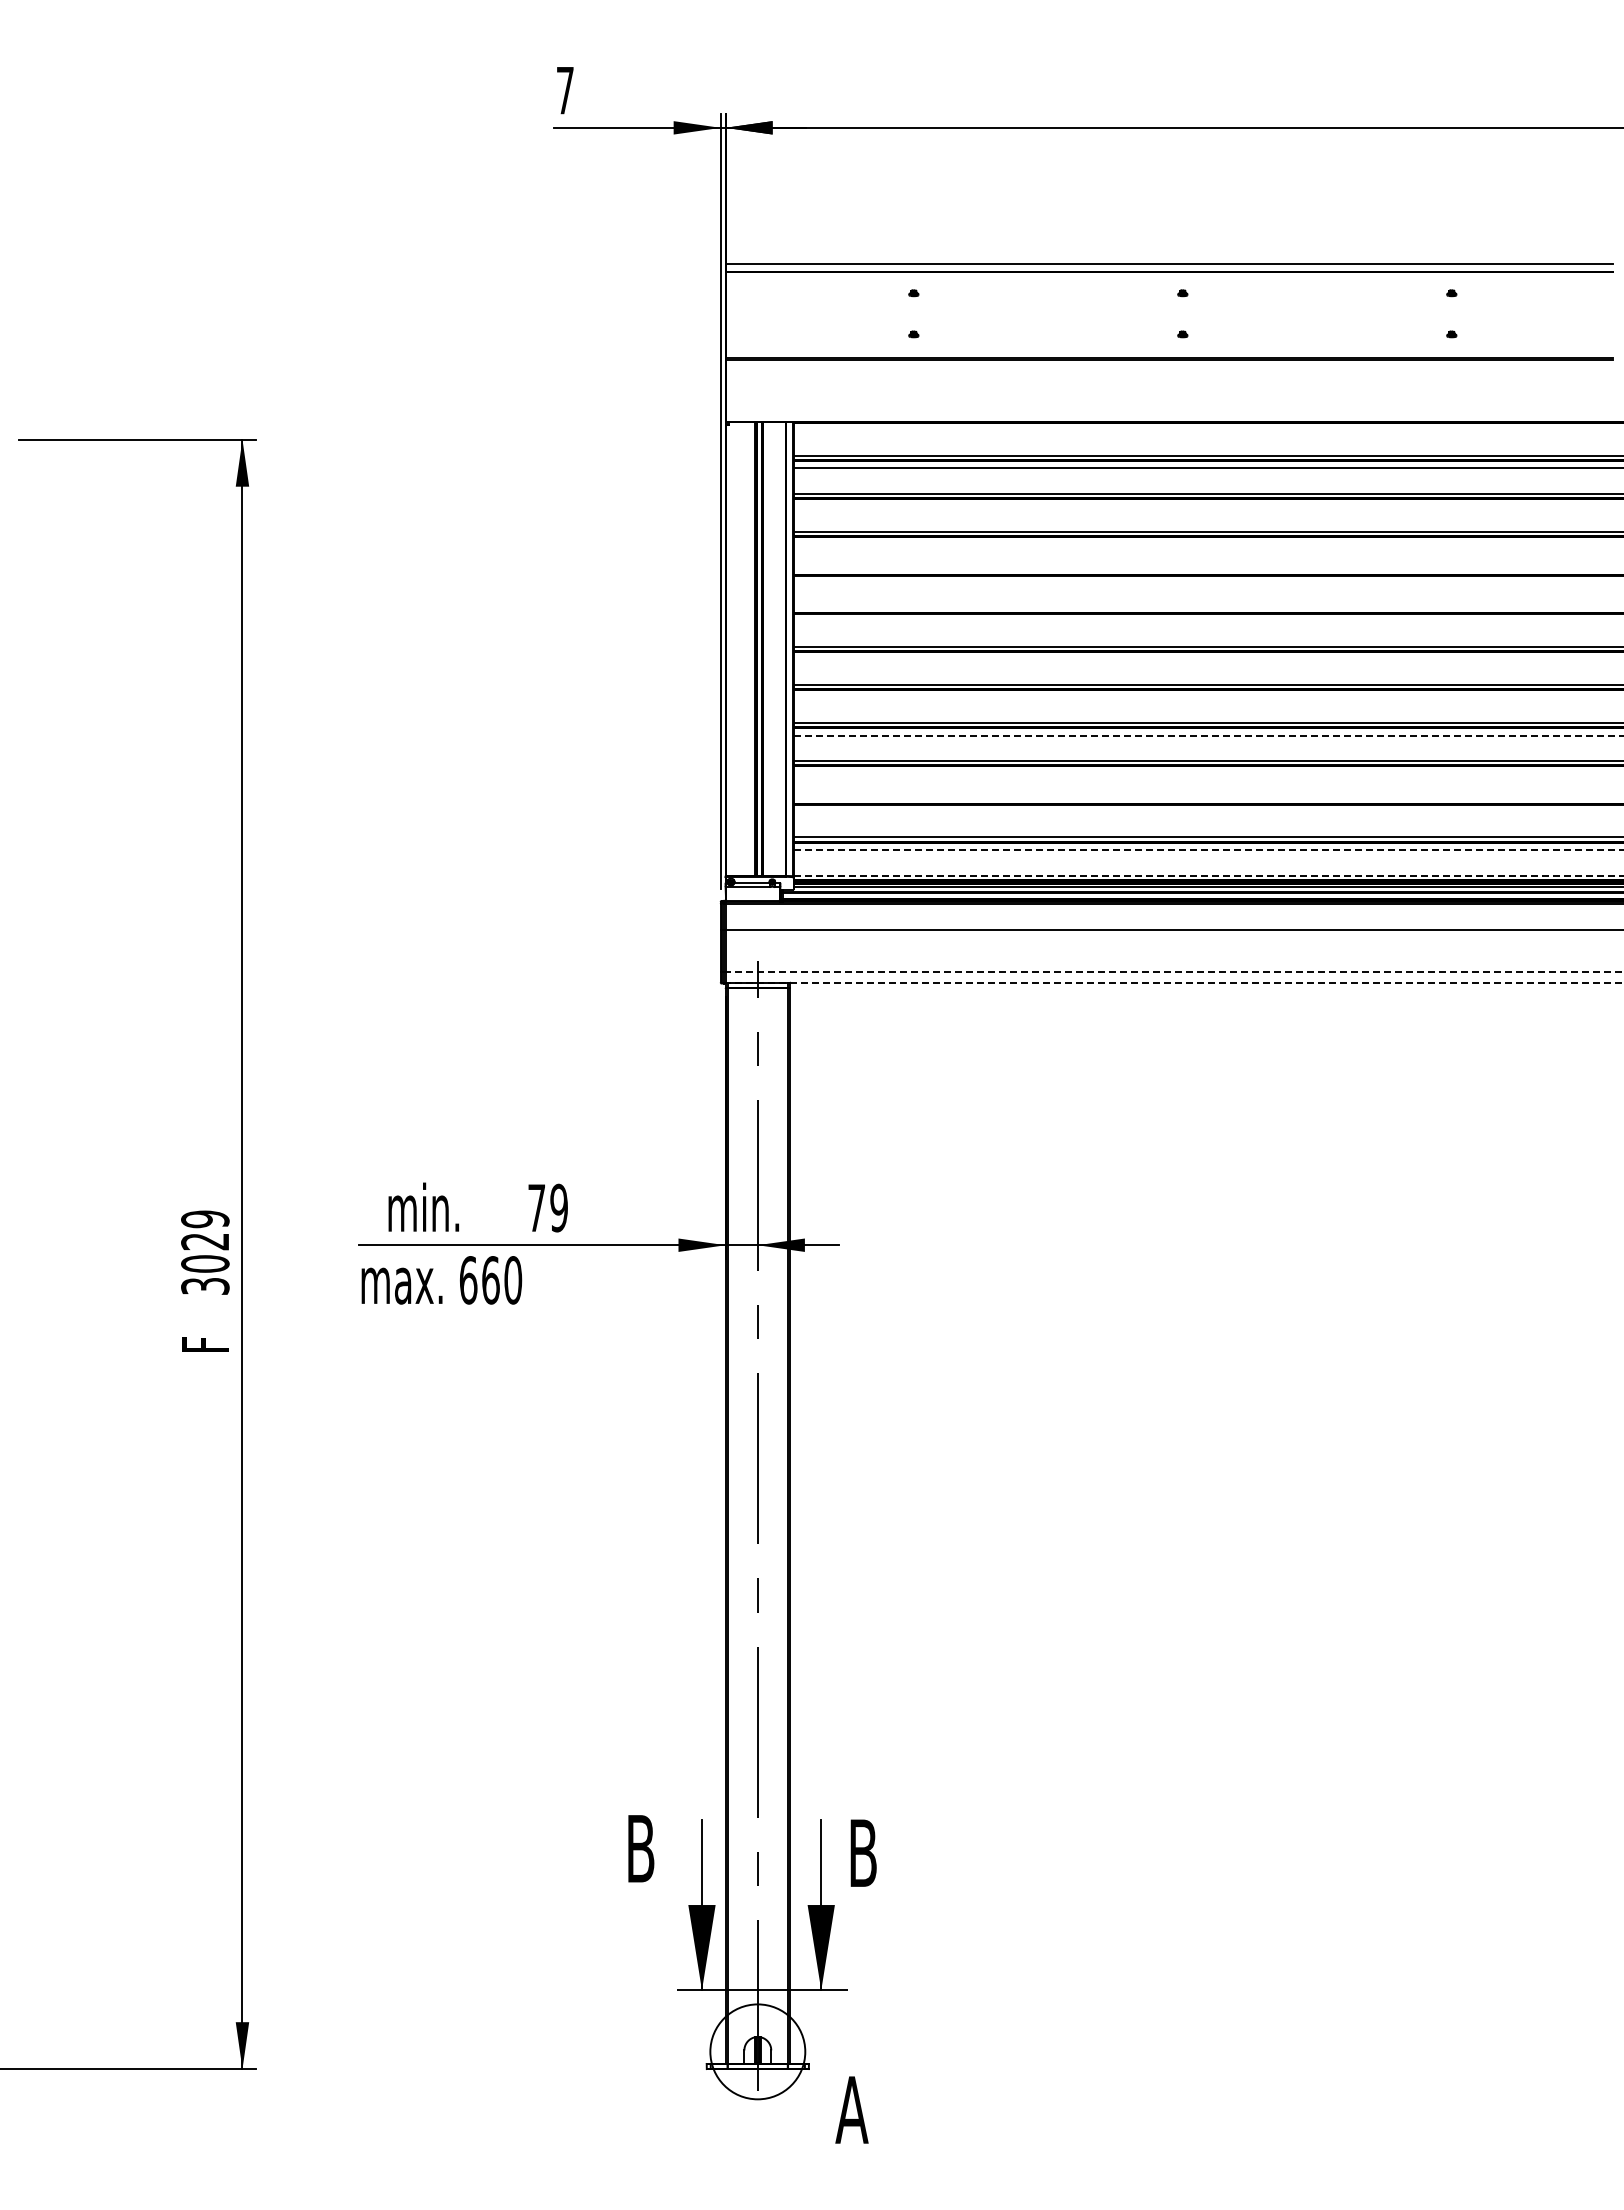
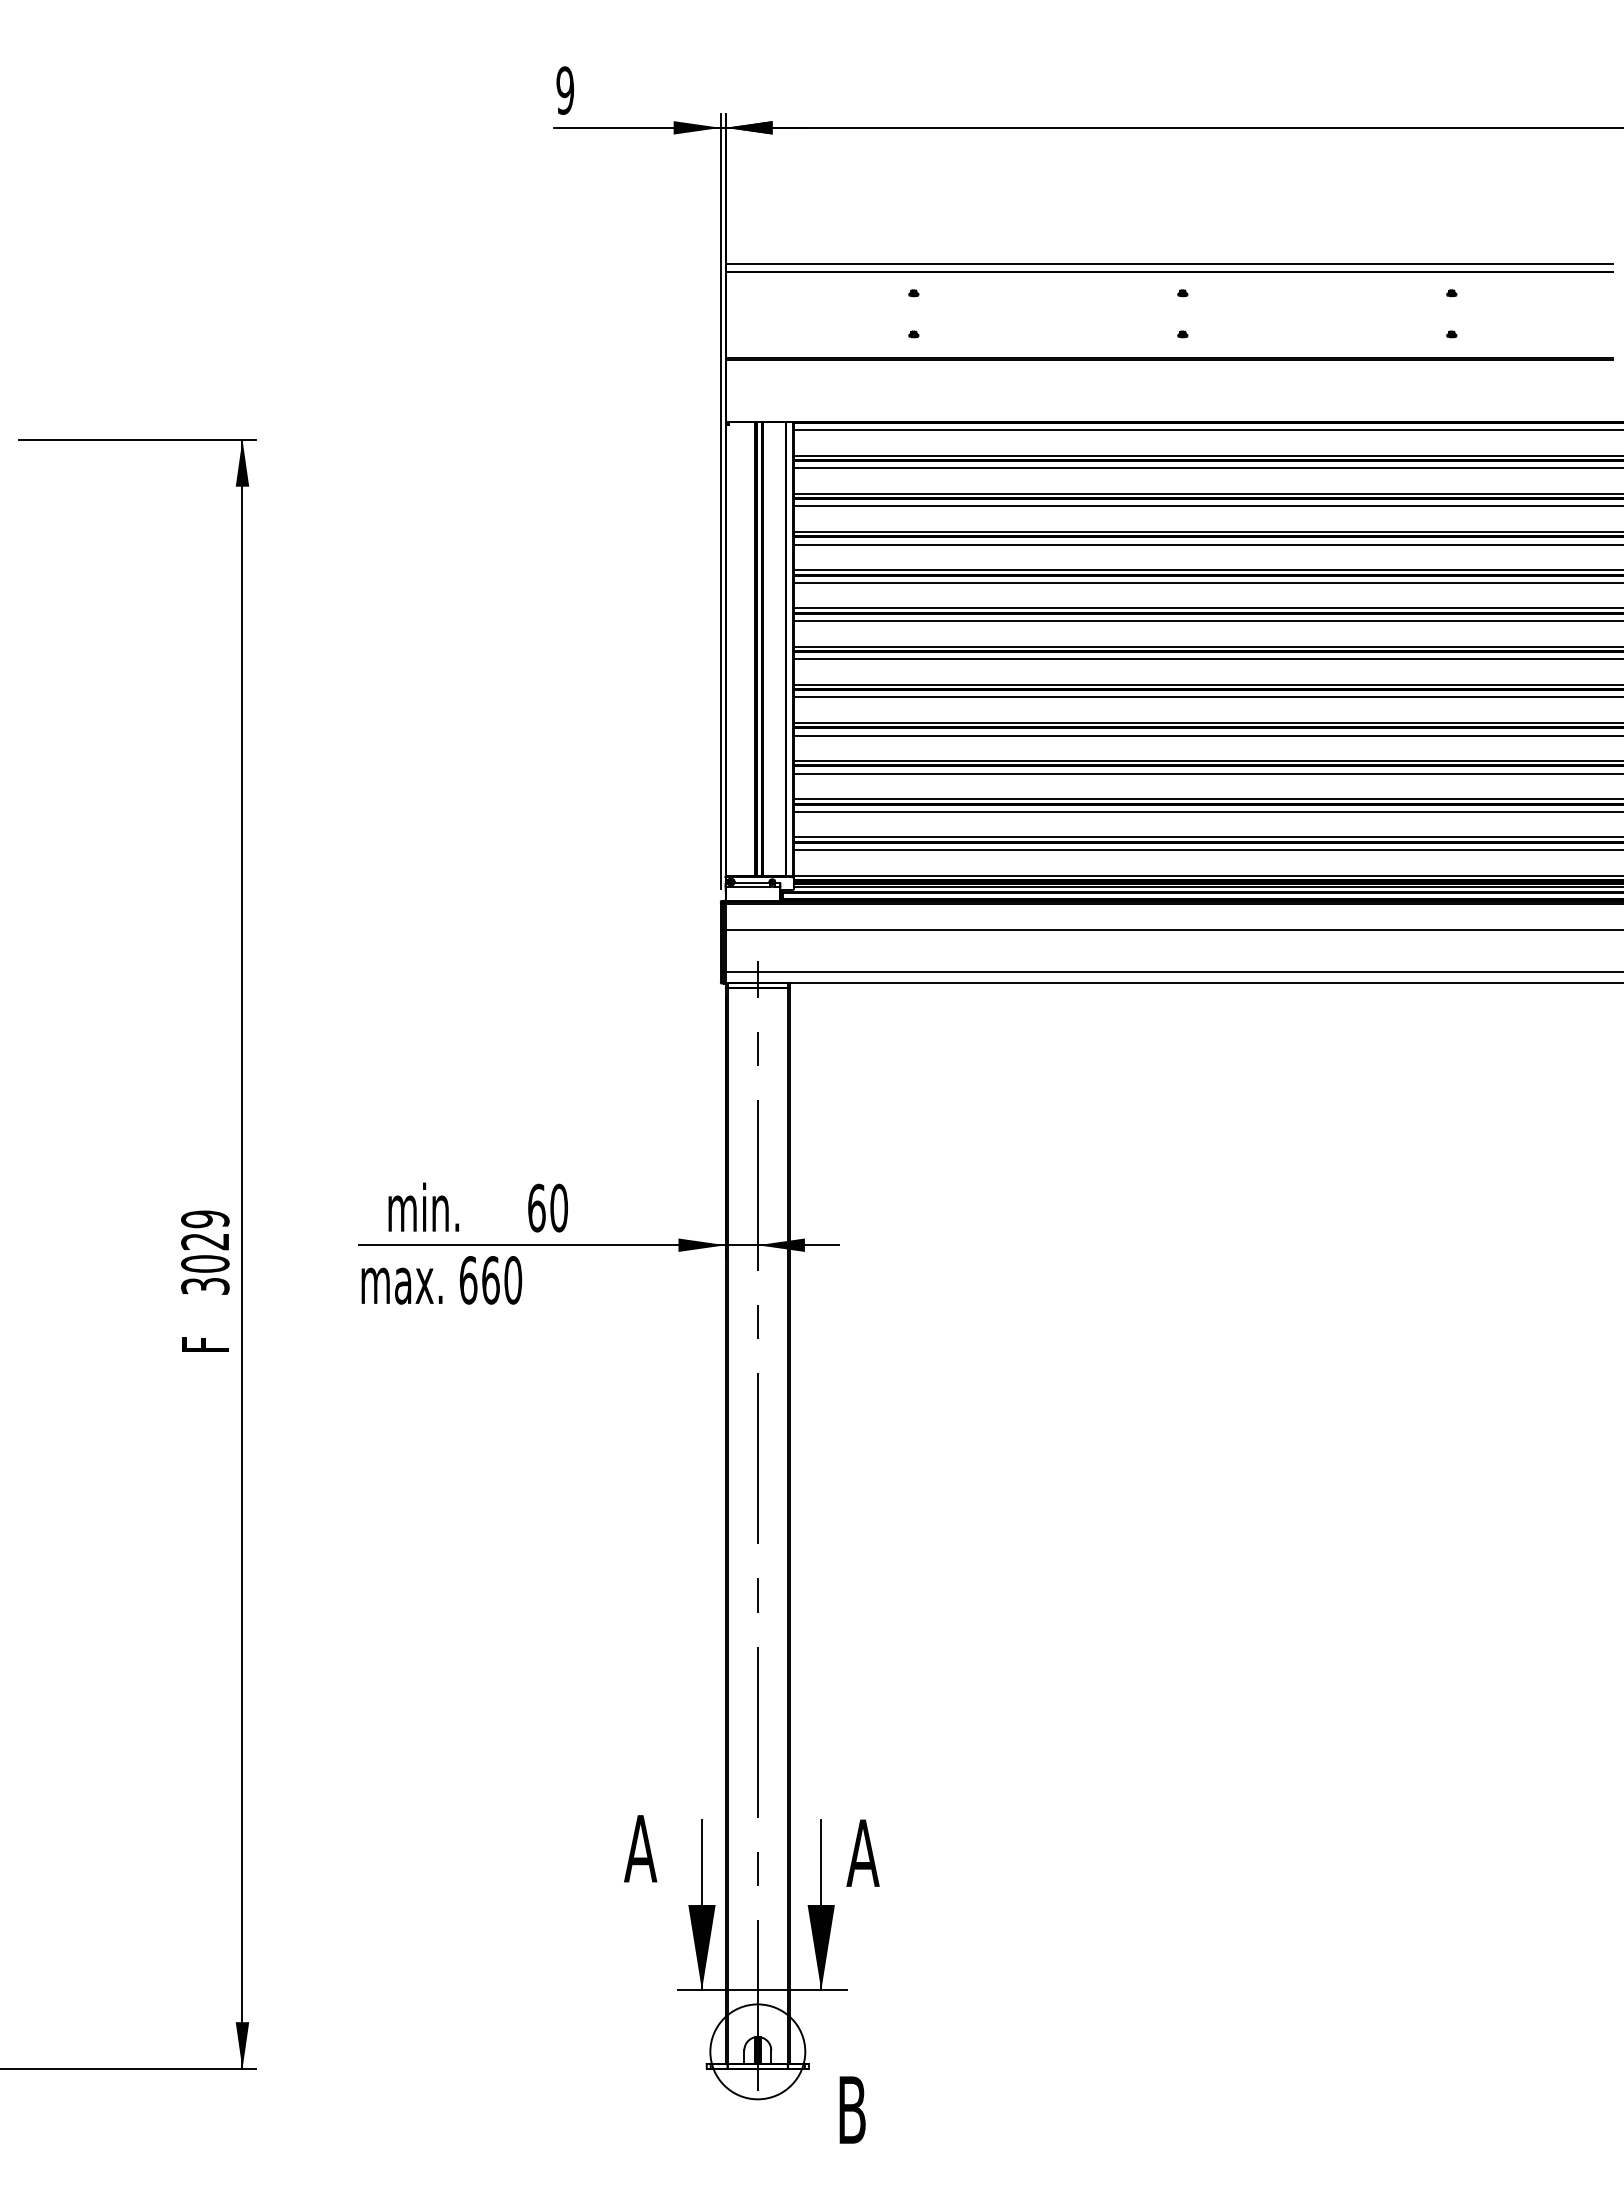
text at (565, 90): 7 -> 9
line at (1206, 430): none -> present
line at (1206, 506): none -> present
line at (1206, 544): none -> present
line at (1206, 570): none -> present
line at (1206, 582): none -> present
line at (1206, 608): none -> present
line at (1206, 620): none -> present
line at (1206, 659): none -> present
line at (1206, 697): none -> present
line at (1208, 735): dashed -> solid
line at (1206, 773): none -> present
line at (1206, 799): none -> present
line at (1206, 811): none -> present
line at (1208, 850): dashed -> solid
line at (1208, 875): dashed -> solid
line at (1174, 971): dashed -> solid
line at (1174, 982): dashed -> solid
text at (547, 1207): 79 -> 60
text at (640, 1848): B -> A
text at (862, 1852): B -> A
text at (851, 2109): A -> B
